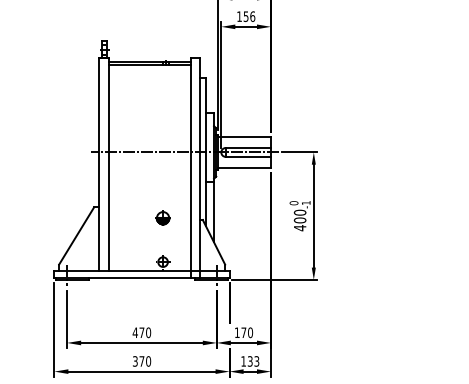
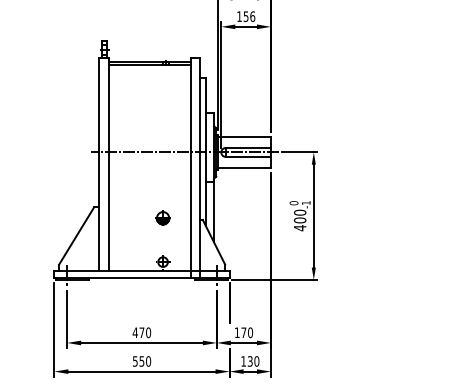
text at (138, 361): 370 -> 550
text at (256, 361): 133 -> 130
